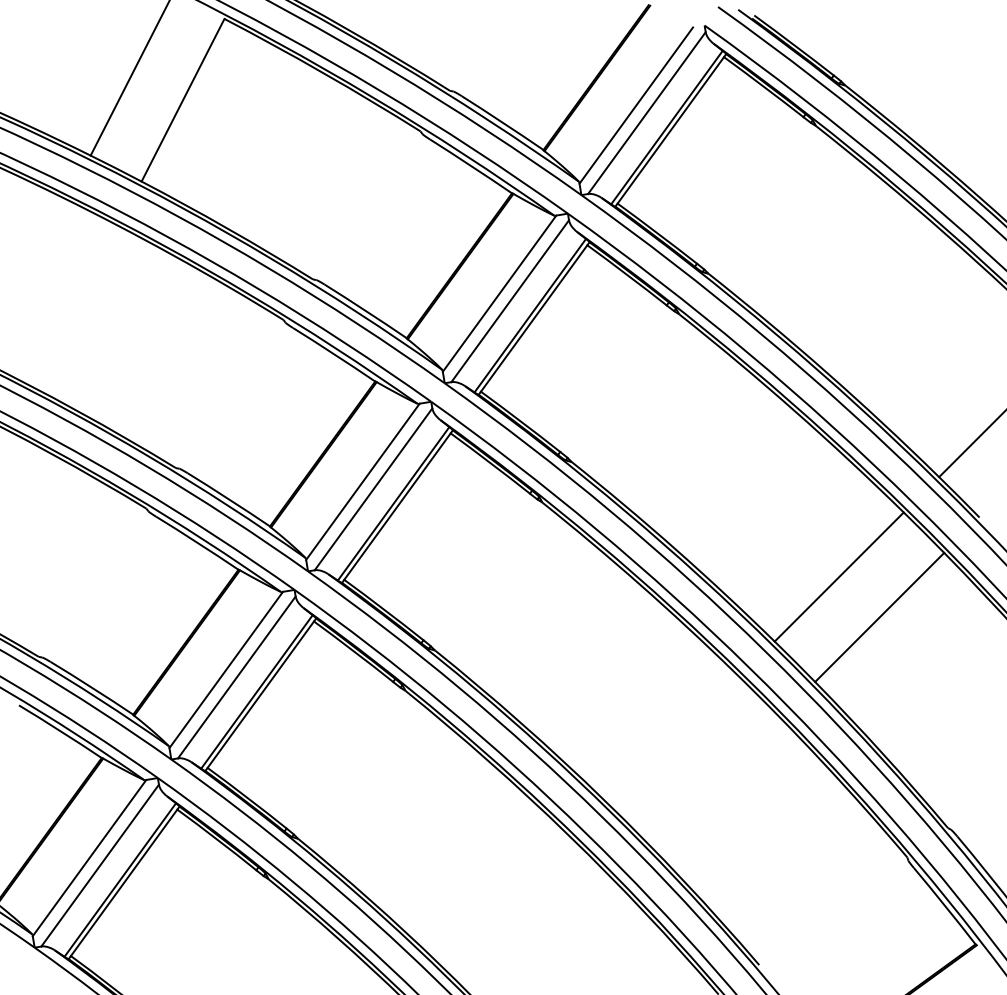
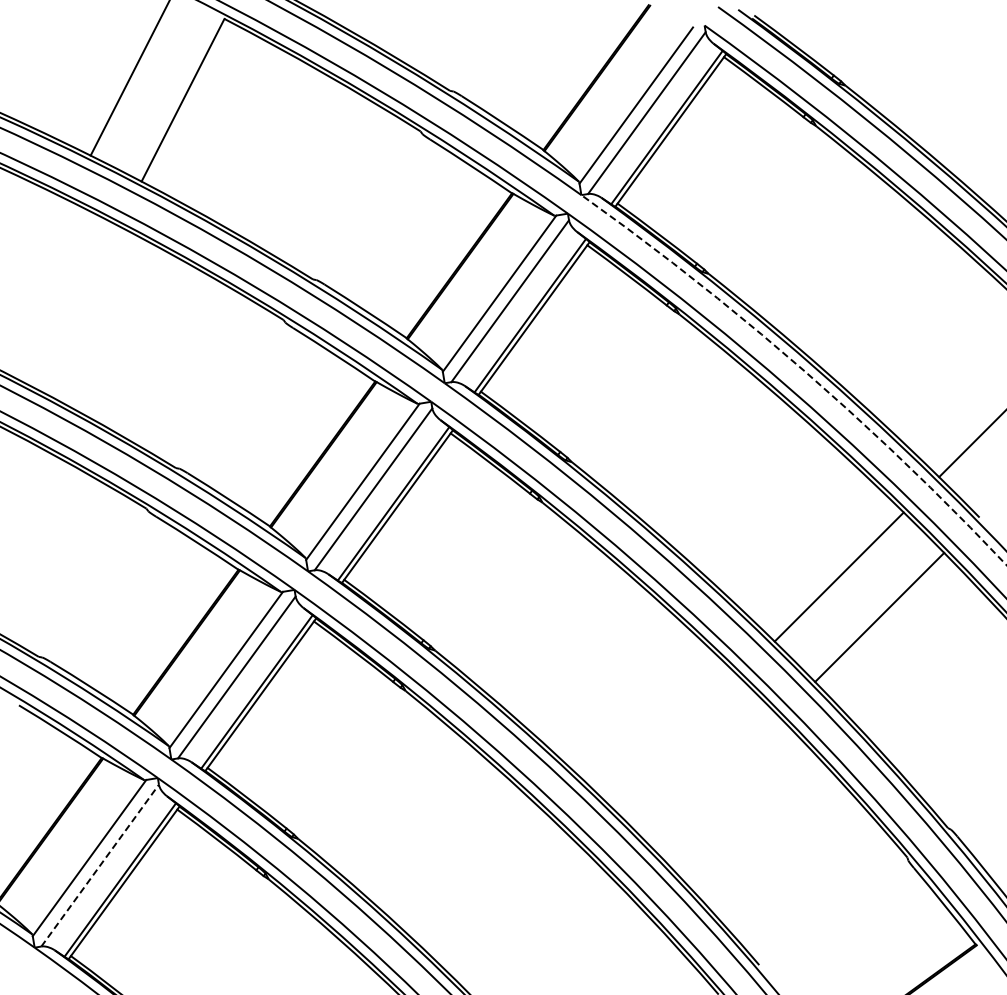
arc at (803, 370): solid -> dashed
line at (100, 865): solid -> dashed
